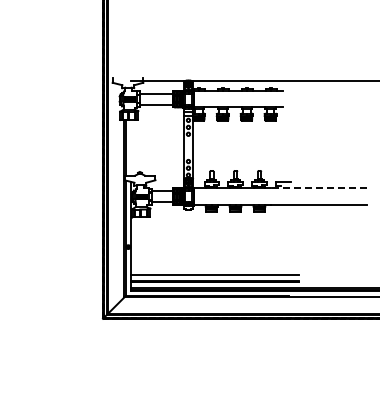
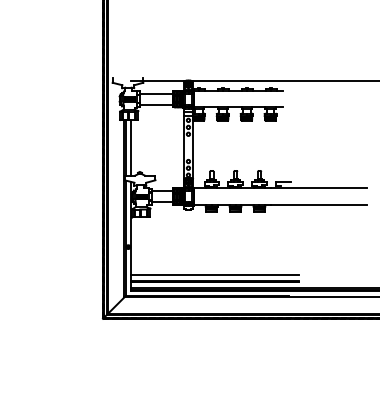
line at (131, 147): none -> present
line at (318, 188): dashed -> solid
